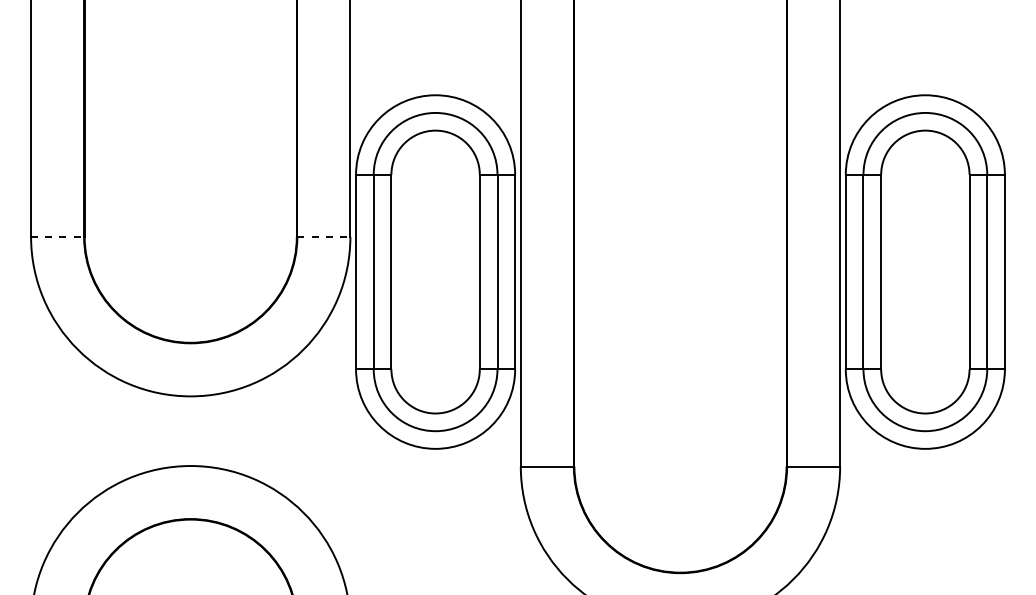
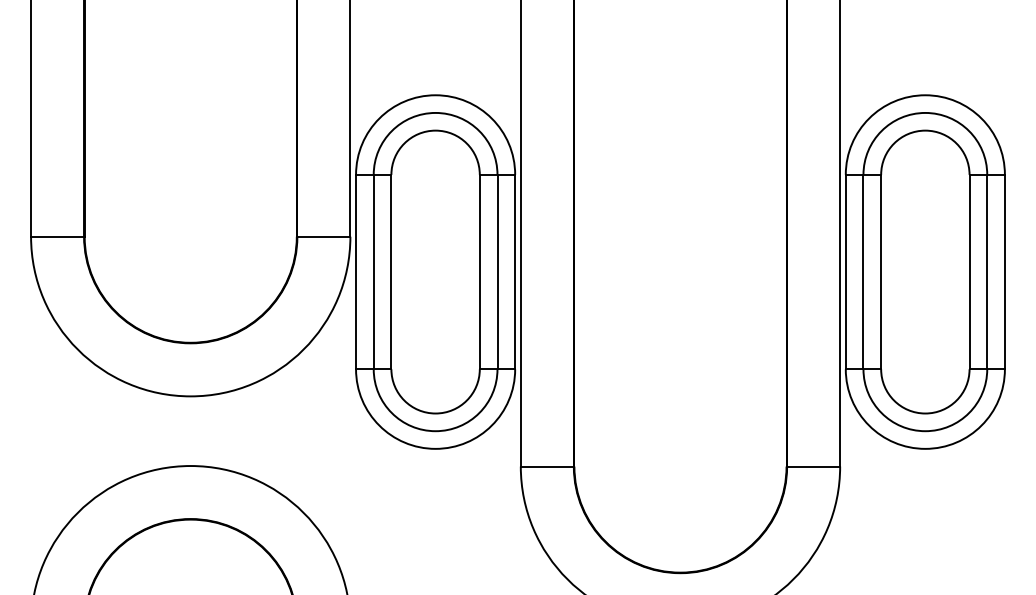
line at (57, 236): dashed -> solid
line at (323, 236): dashed -> solid
